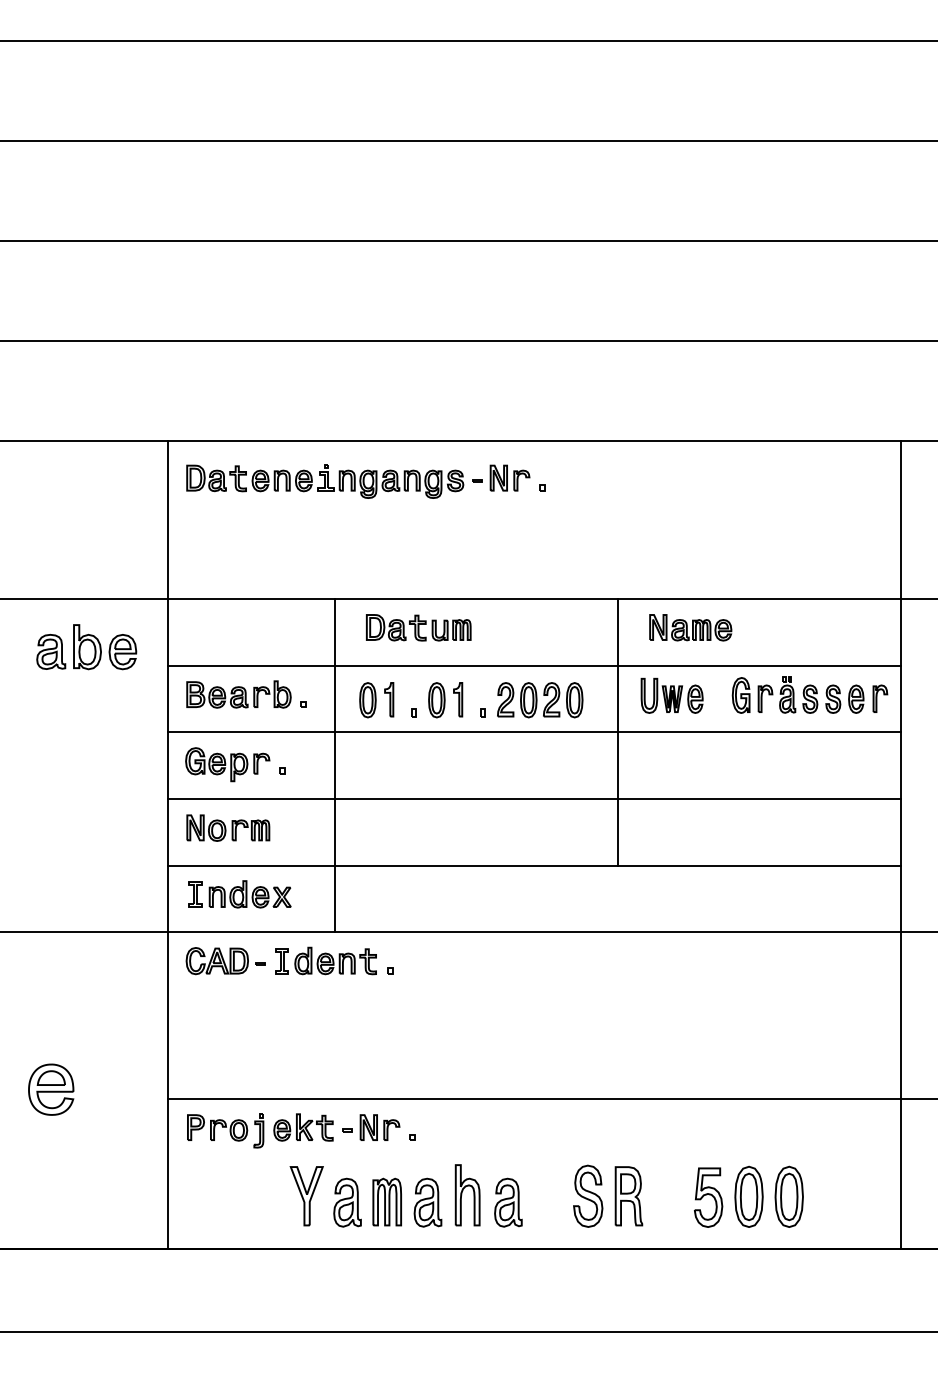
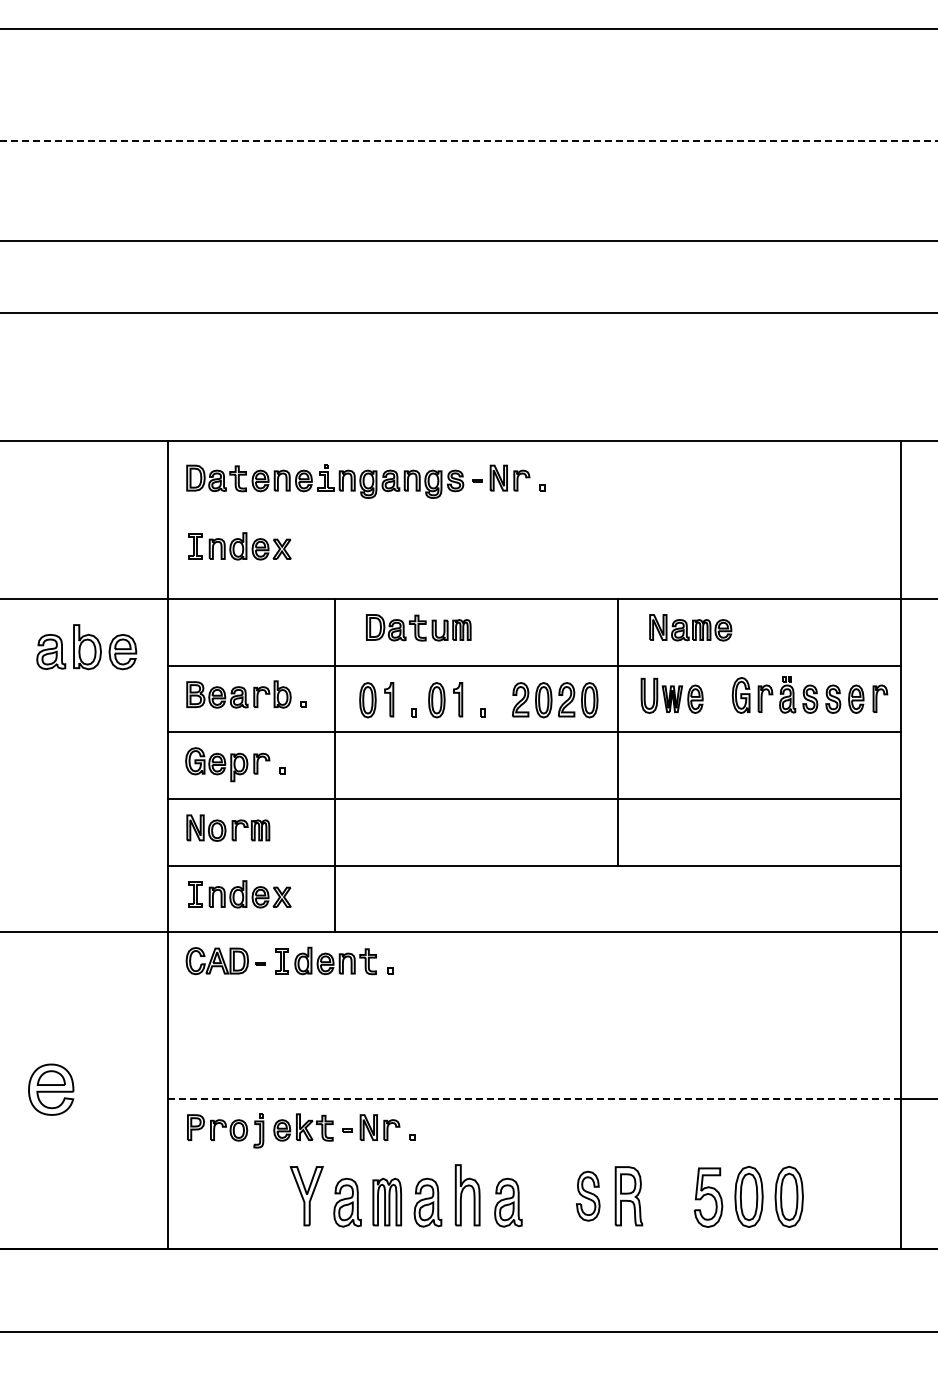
line at (468, 41) position: (468, 41) -> (468, 29)
line at (468, 141): solid -> dashed
line at (468, 340) position: (468, 340) -> (468, 312)
part at (239, 546): none -> present
part at (540, 700) position: (540, 700) -> (555, 700)
line at (533, 1098): solid -> dashed
part at (588, 1195) size: 31x64 px -> 25x52 px
